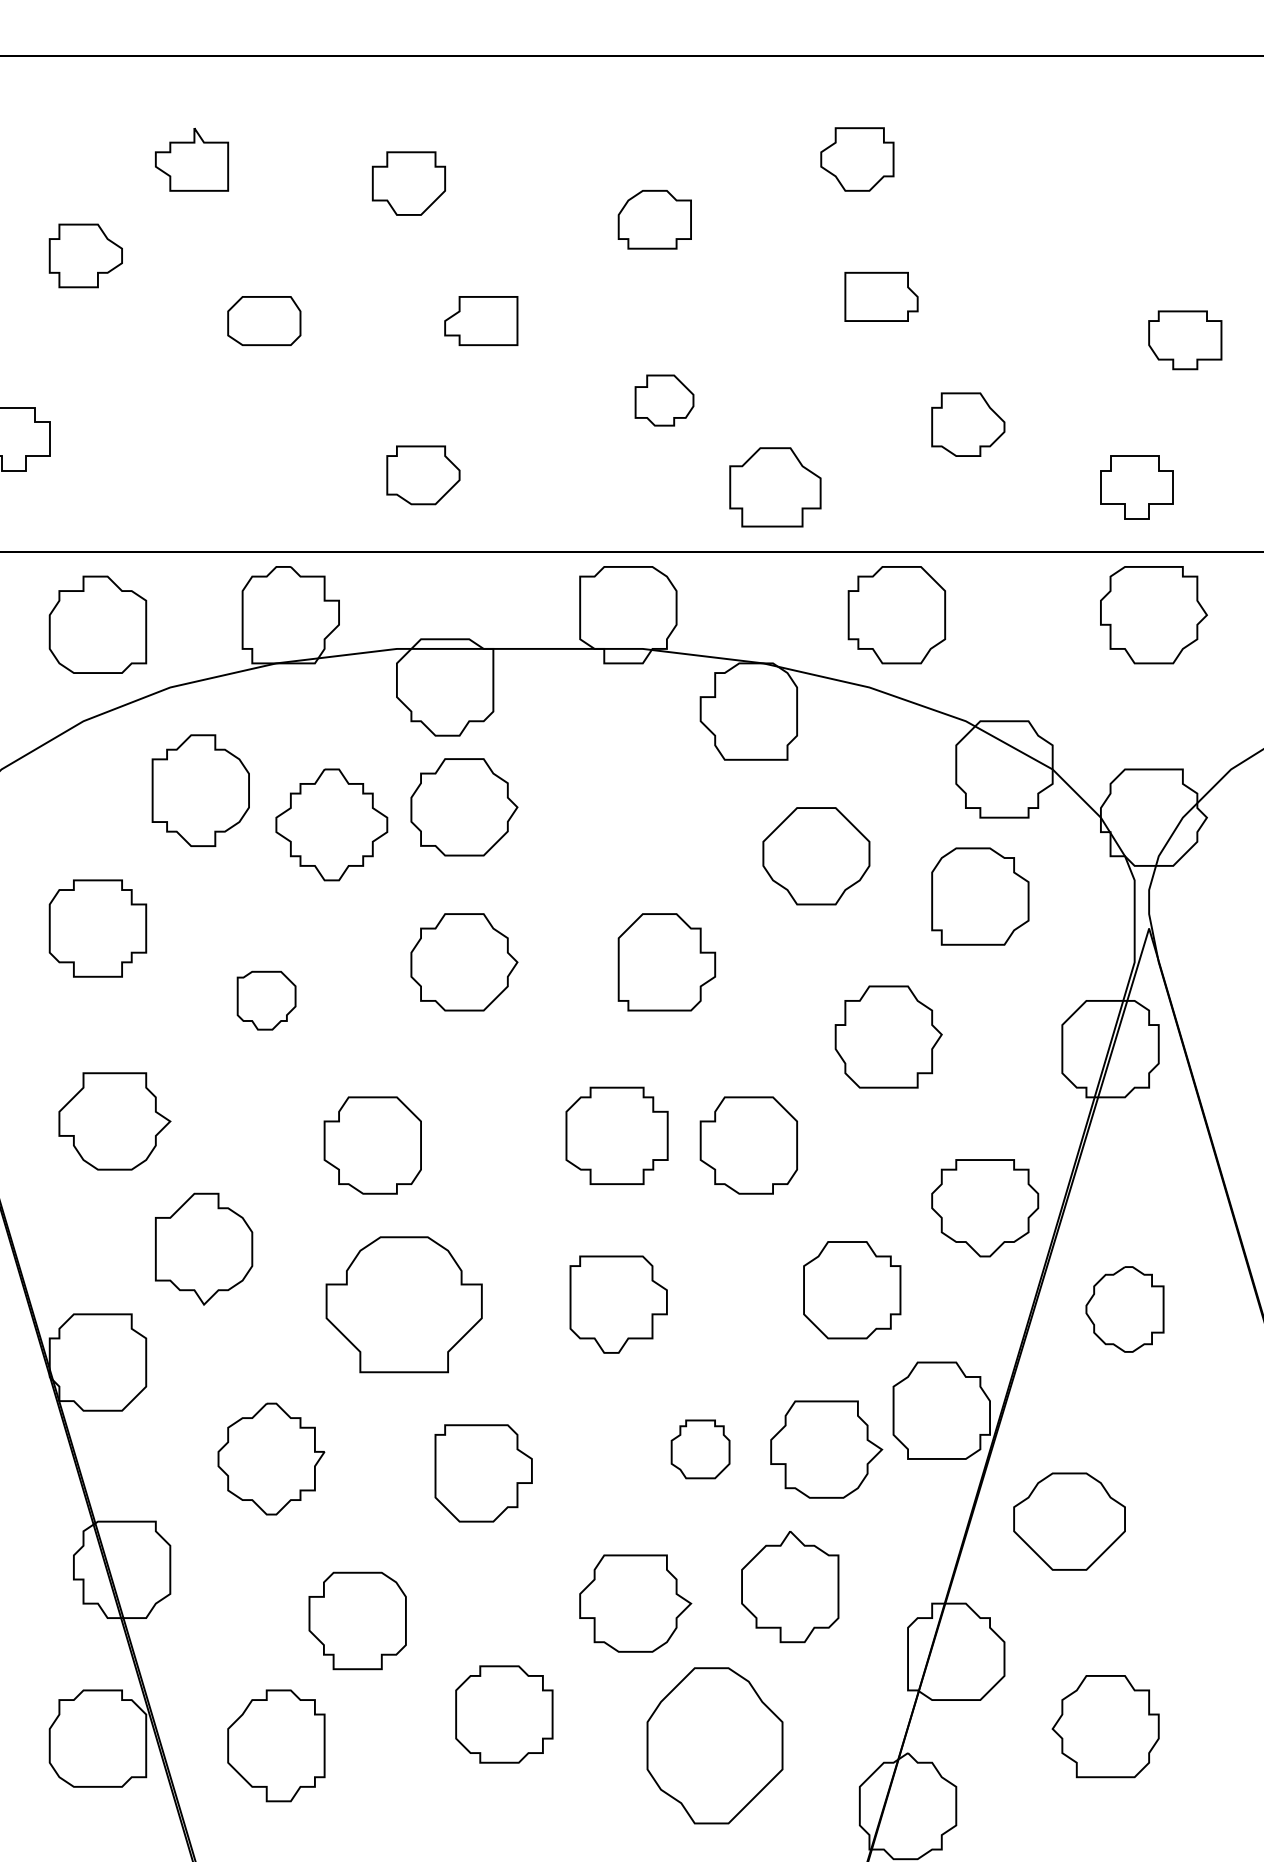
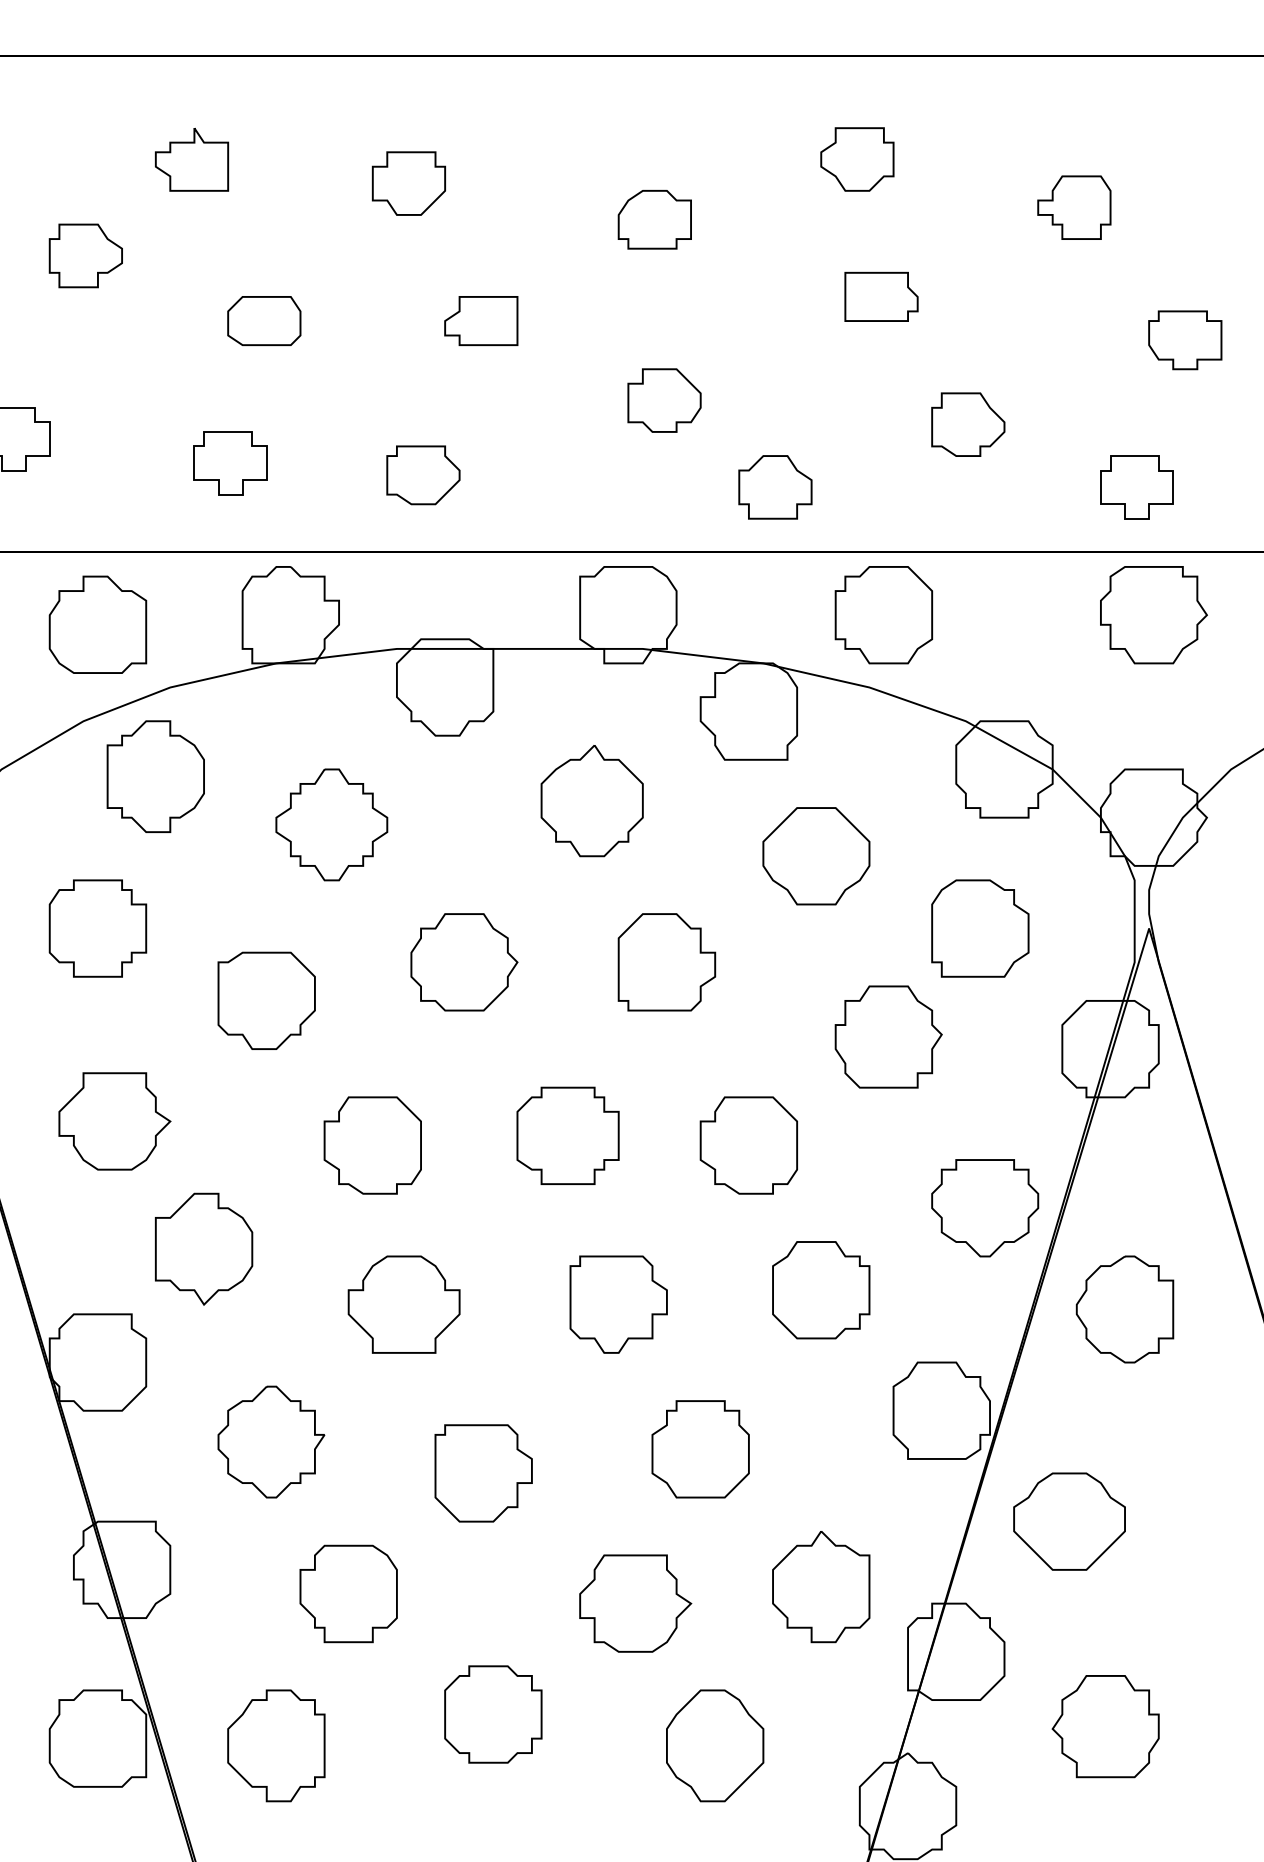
part at (1074, 207): none -> present
part at (664, 400) size: 61x53 px -> 75x65 px
part at (230, 463): none -> present
part at (775, 487) size: 93x81 px -> 75x65 px
part at (896, 615) position: (896, 615) -> (883, 615)
part at (200, 790) position: (200, 790) -> (155, 776)
part at (591, 801): none -> present
part at (464, 807): present -> none
part at (980, 896) position: (980, 896) -> (980, 928)
part at (266, 1000) size: 61x61 px -> 99x99 px
part at (616, 1135) position: (616, 1135) -> (567, 1135)
part at (852, 1290) position: (852, 1290) -> (821, 1290)
part at (403, 1304) size: 158x138 px -> 114x99 px
part at (1124, 1309) size: 80x87 px -> 100x109 px
part at (700, 1449) size: 61x61 px -> 99x99 px
part at (826, 1449): present -> none
part at (271, 1458) position: (271, 1458) -> (271, 1441)
part at (790, 1587) position: (790, 1587) -> (821, 1587)
part at (357, 1620) position: (357, 1620) -> (348, 1593)
part at (504, 1714) position: (504, 1714) -> (493, 1714)
part at (714, 1745) size: 138x158 px -> 99x114 px
